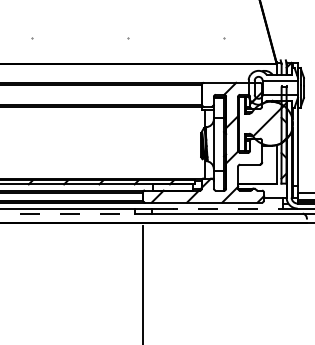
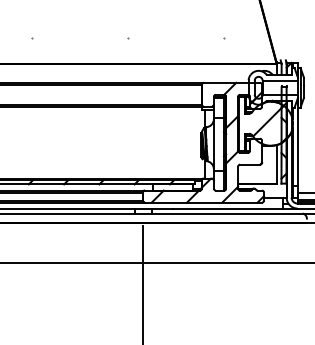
line at (234, 208): dashed -> solid
line at (67, 213): dashed -> solid
line at (156, 263): none -> present
